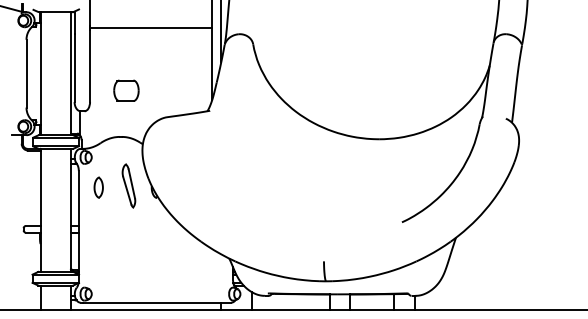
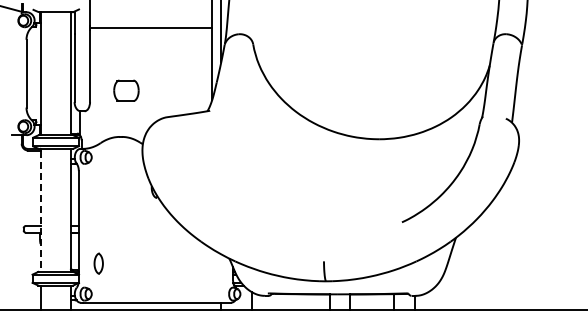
part at (128, 185): present -> none
part at (98, 187) position: (98, 187) -> (98, 263)
line at (40, 211): solid -> dashed
